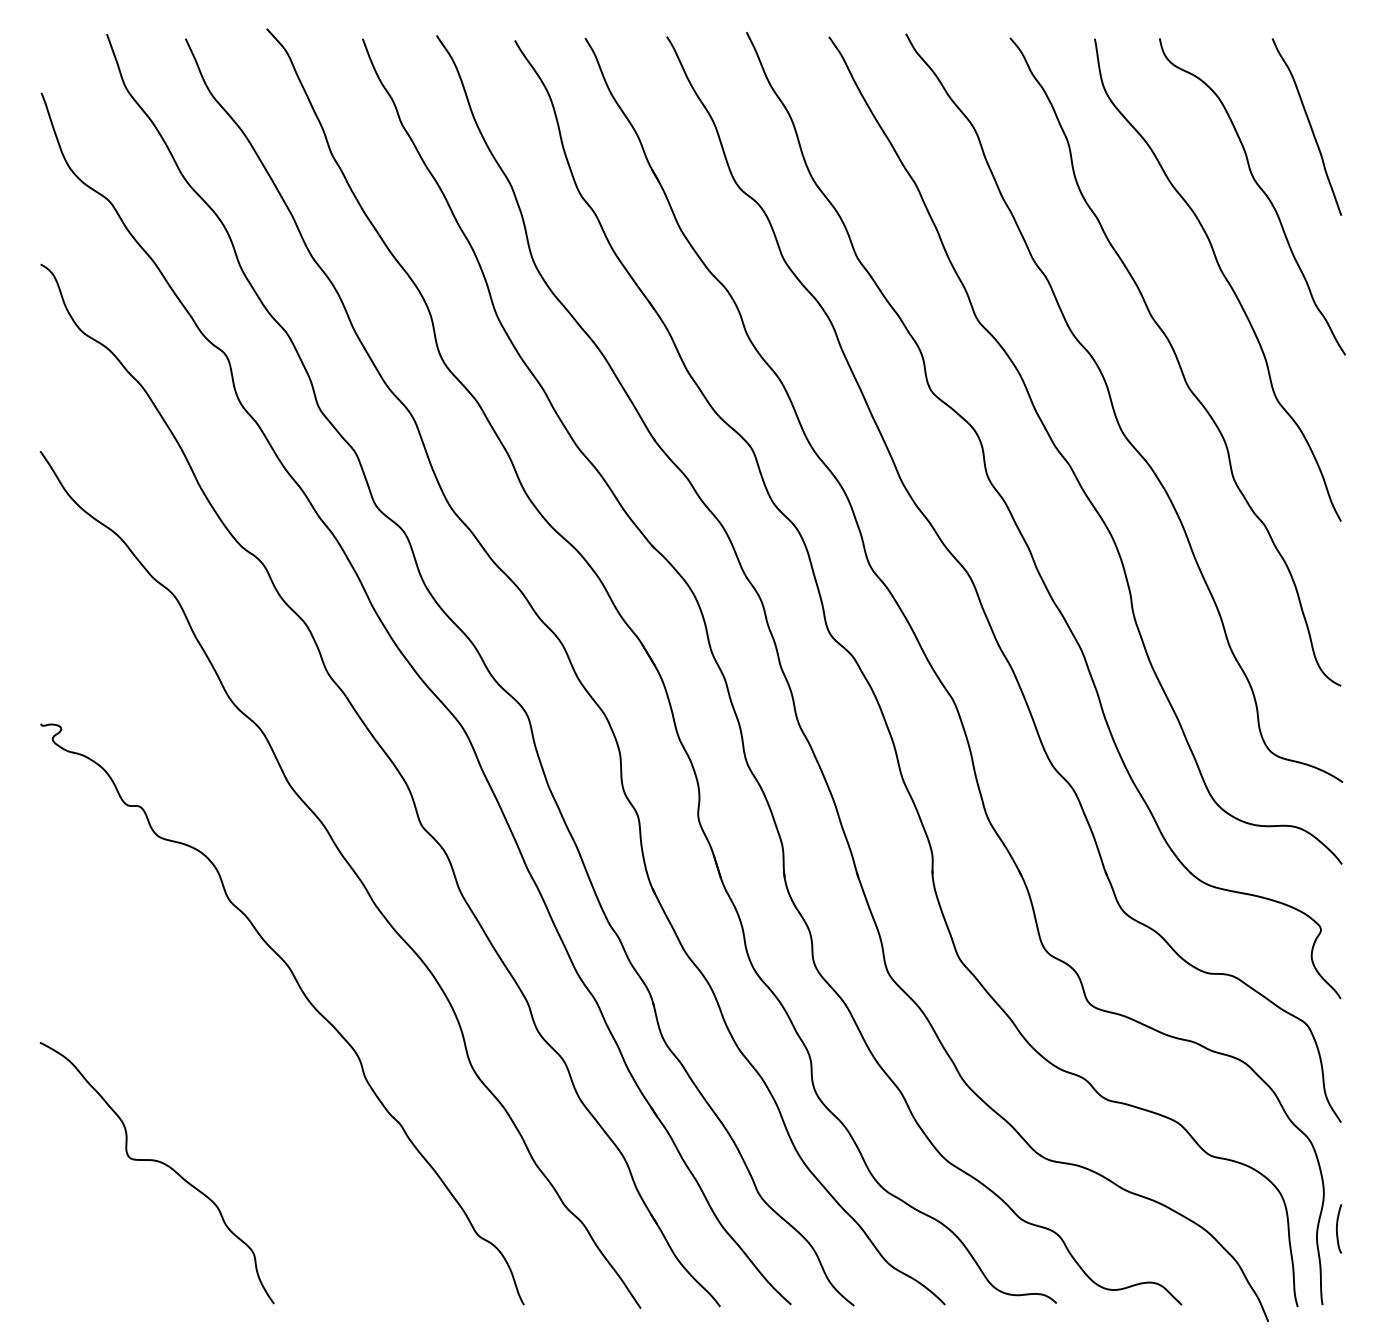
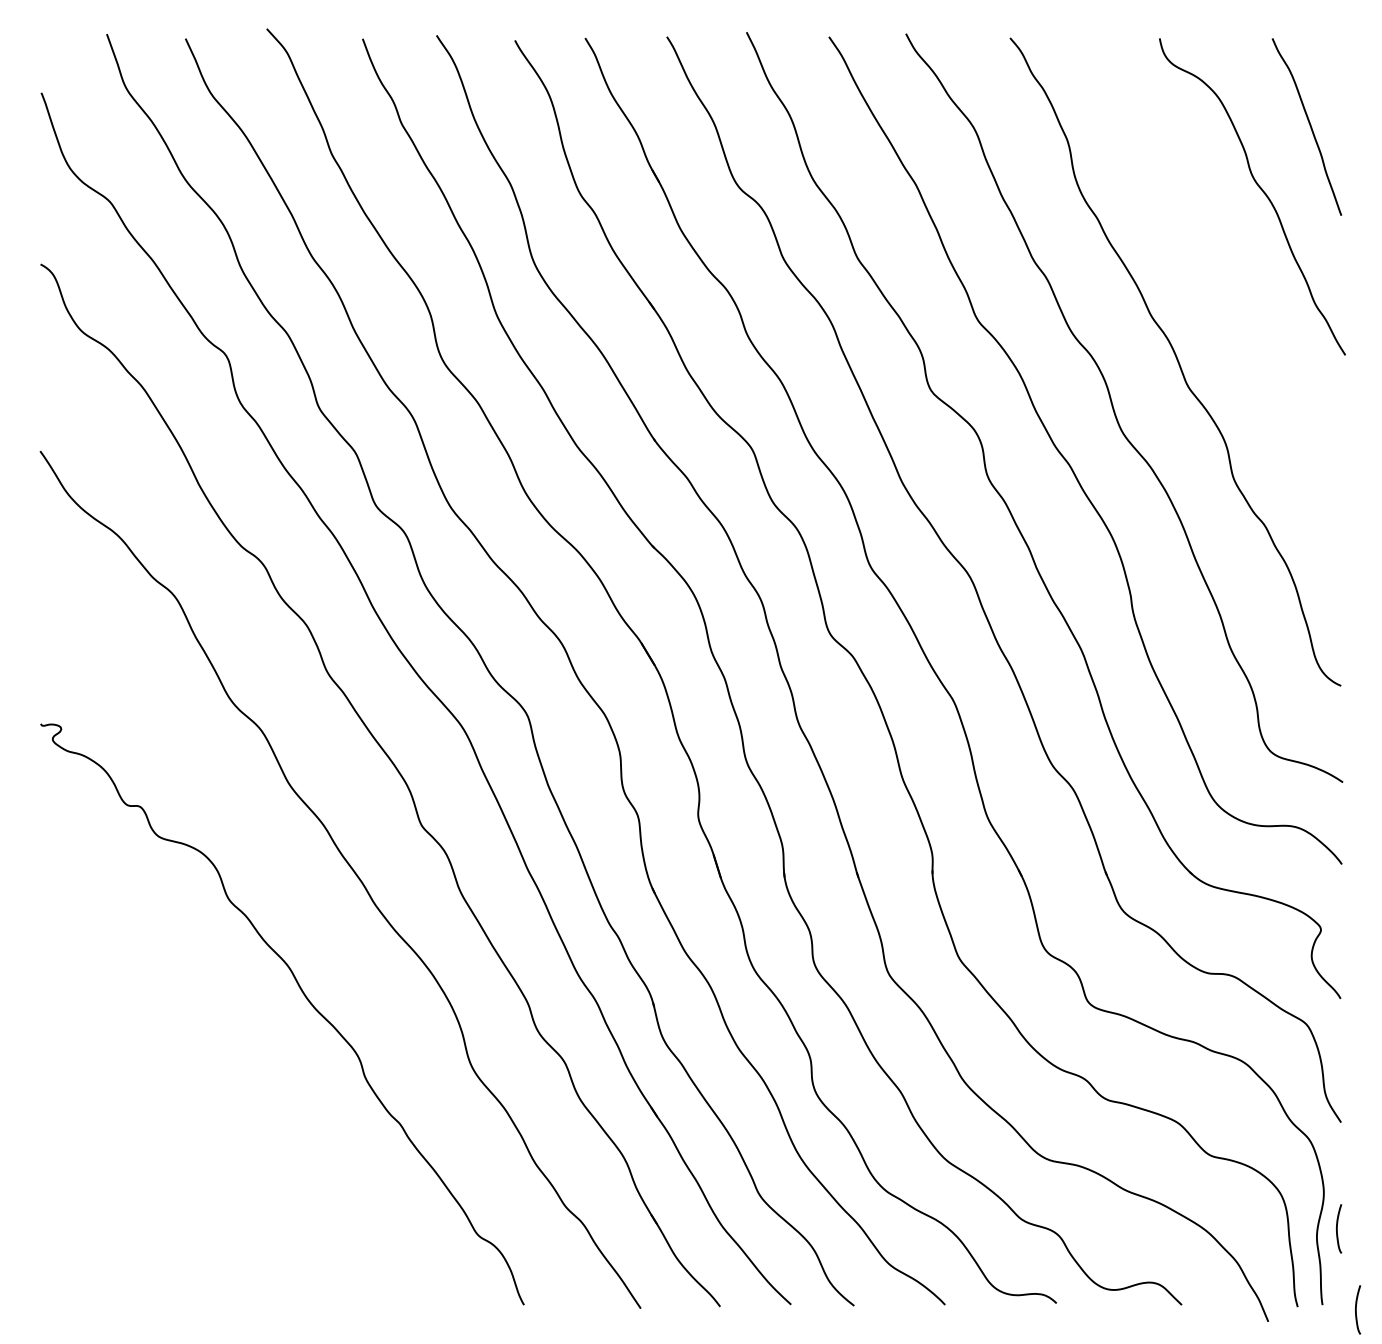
curve at (1223, 276): present -> none
curve at (160, 1163): present -> none
curve at (1356, 1309): none -> present
